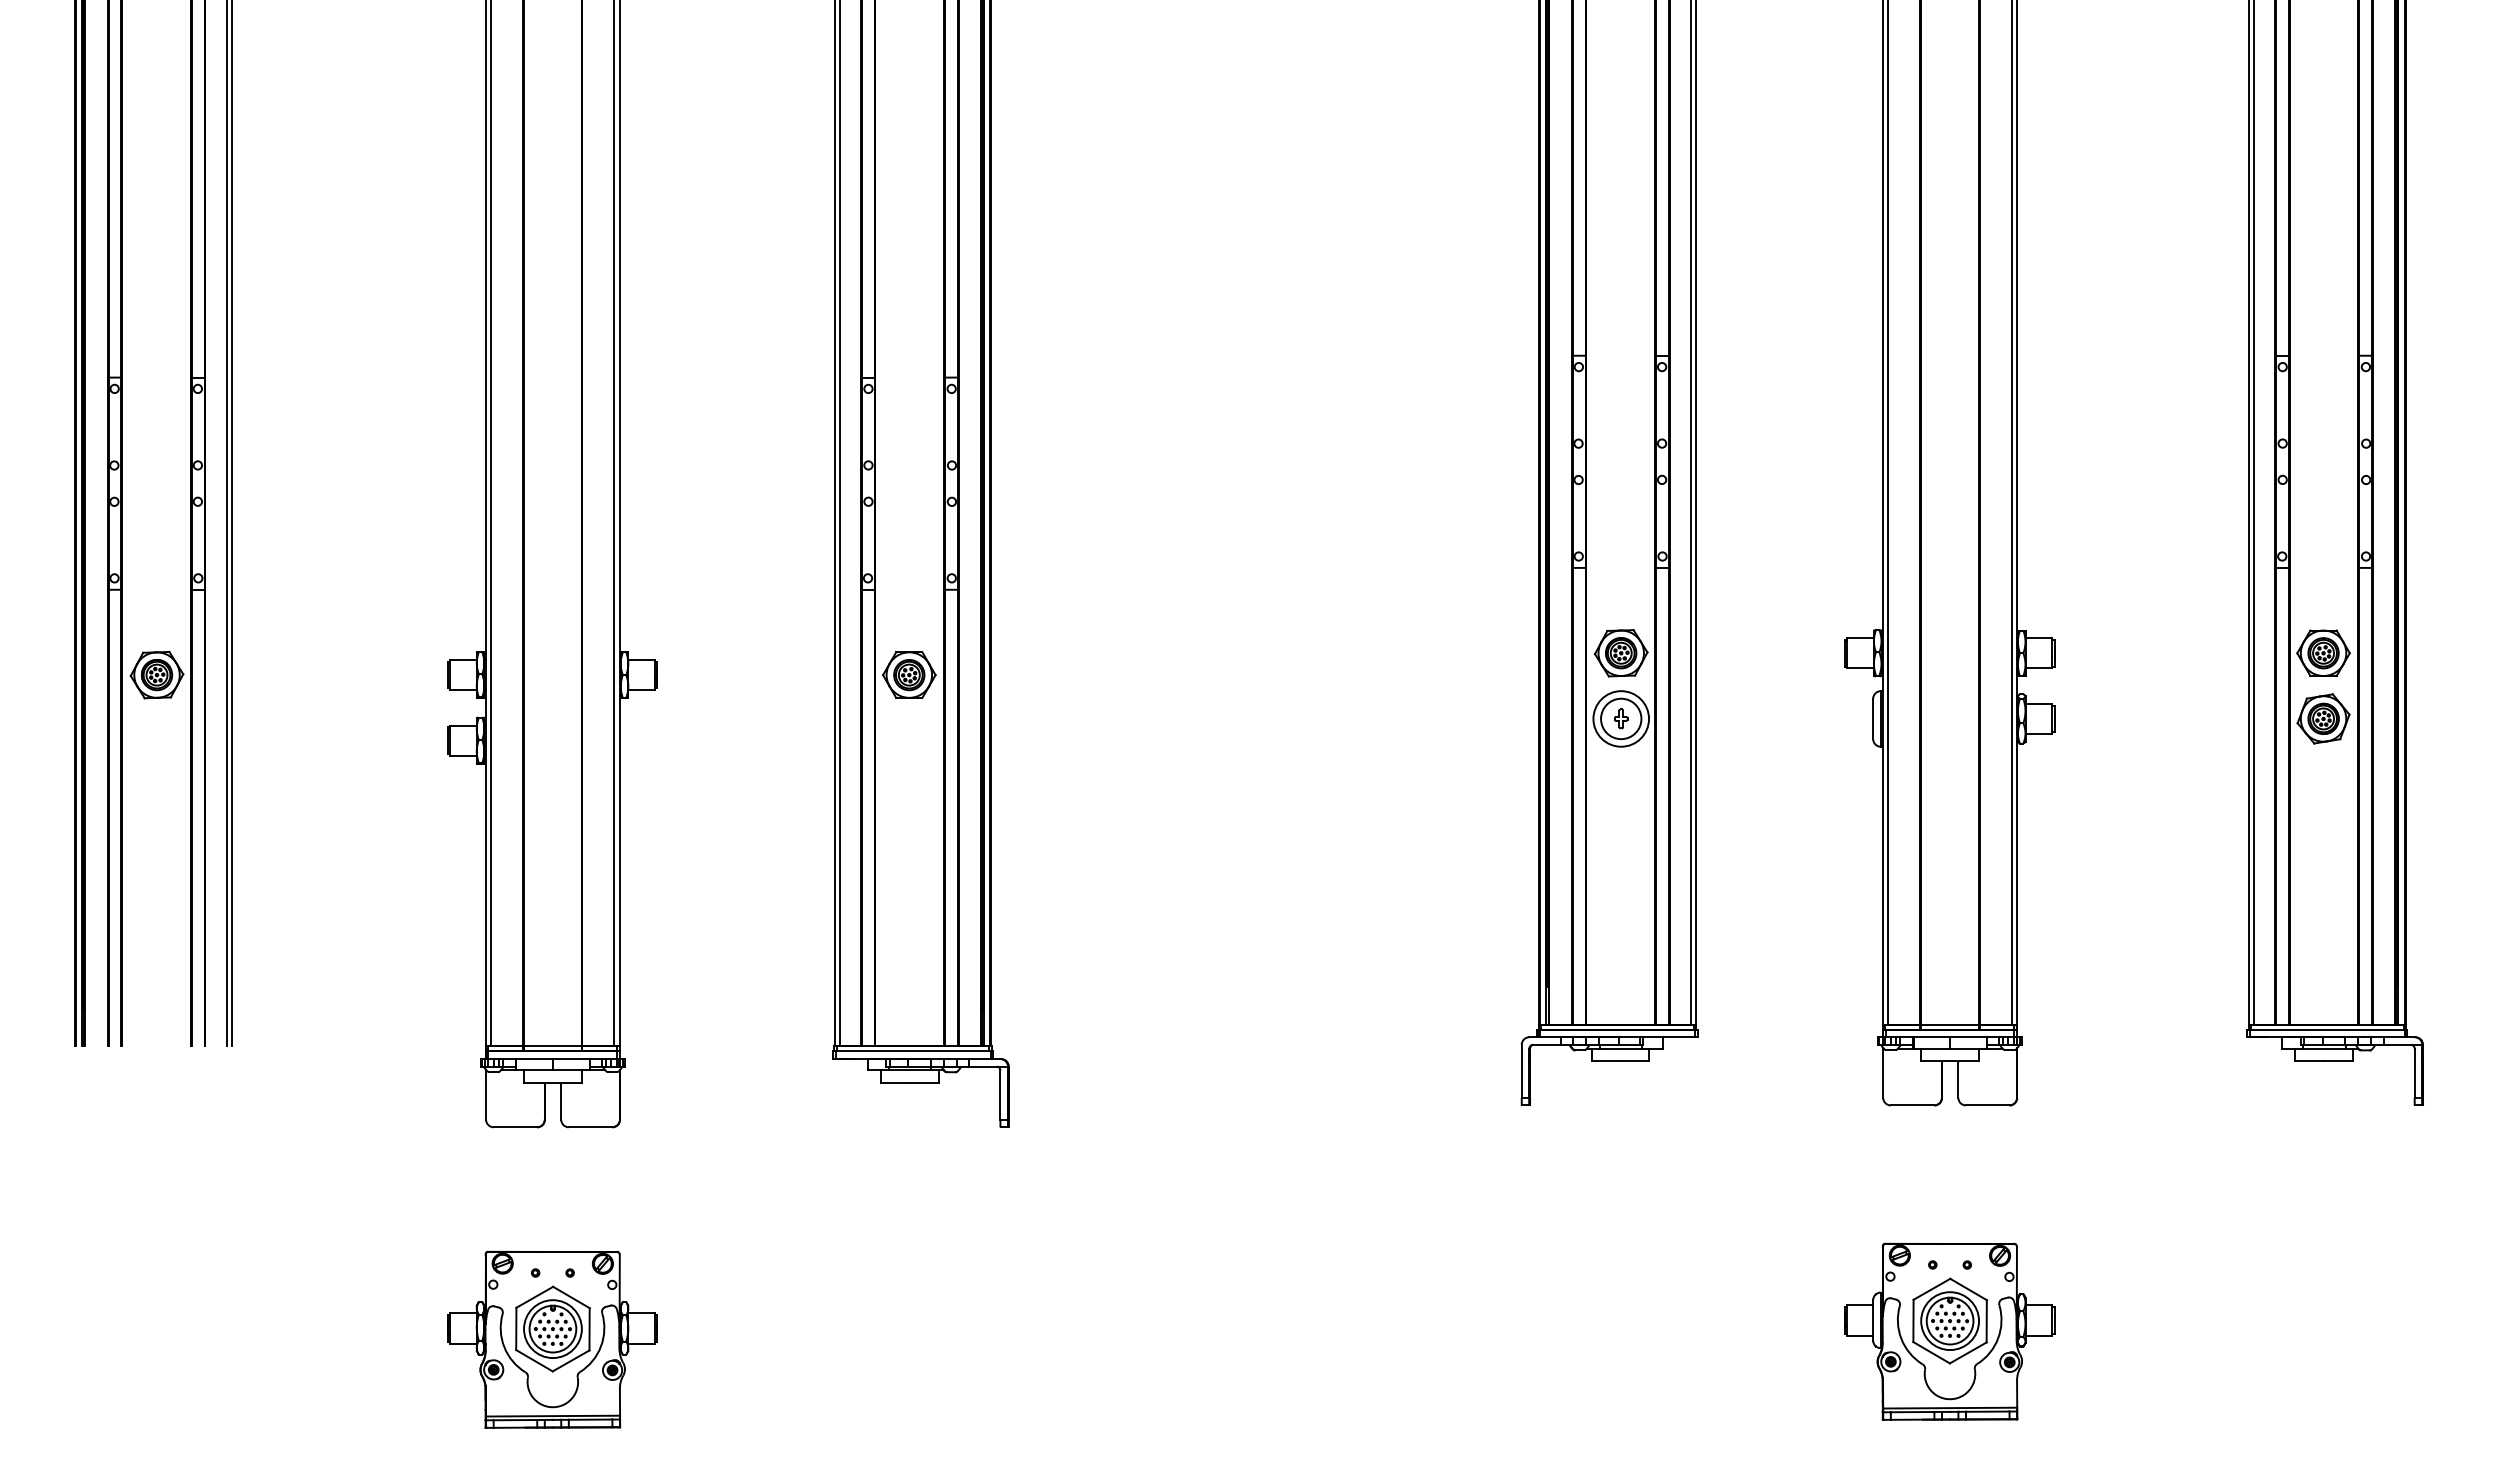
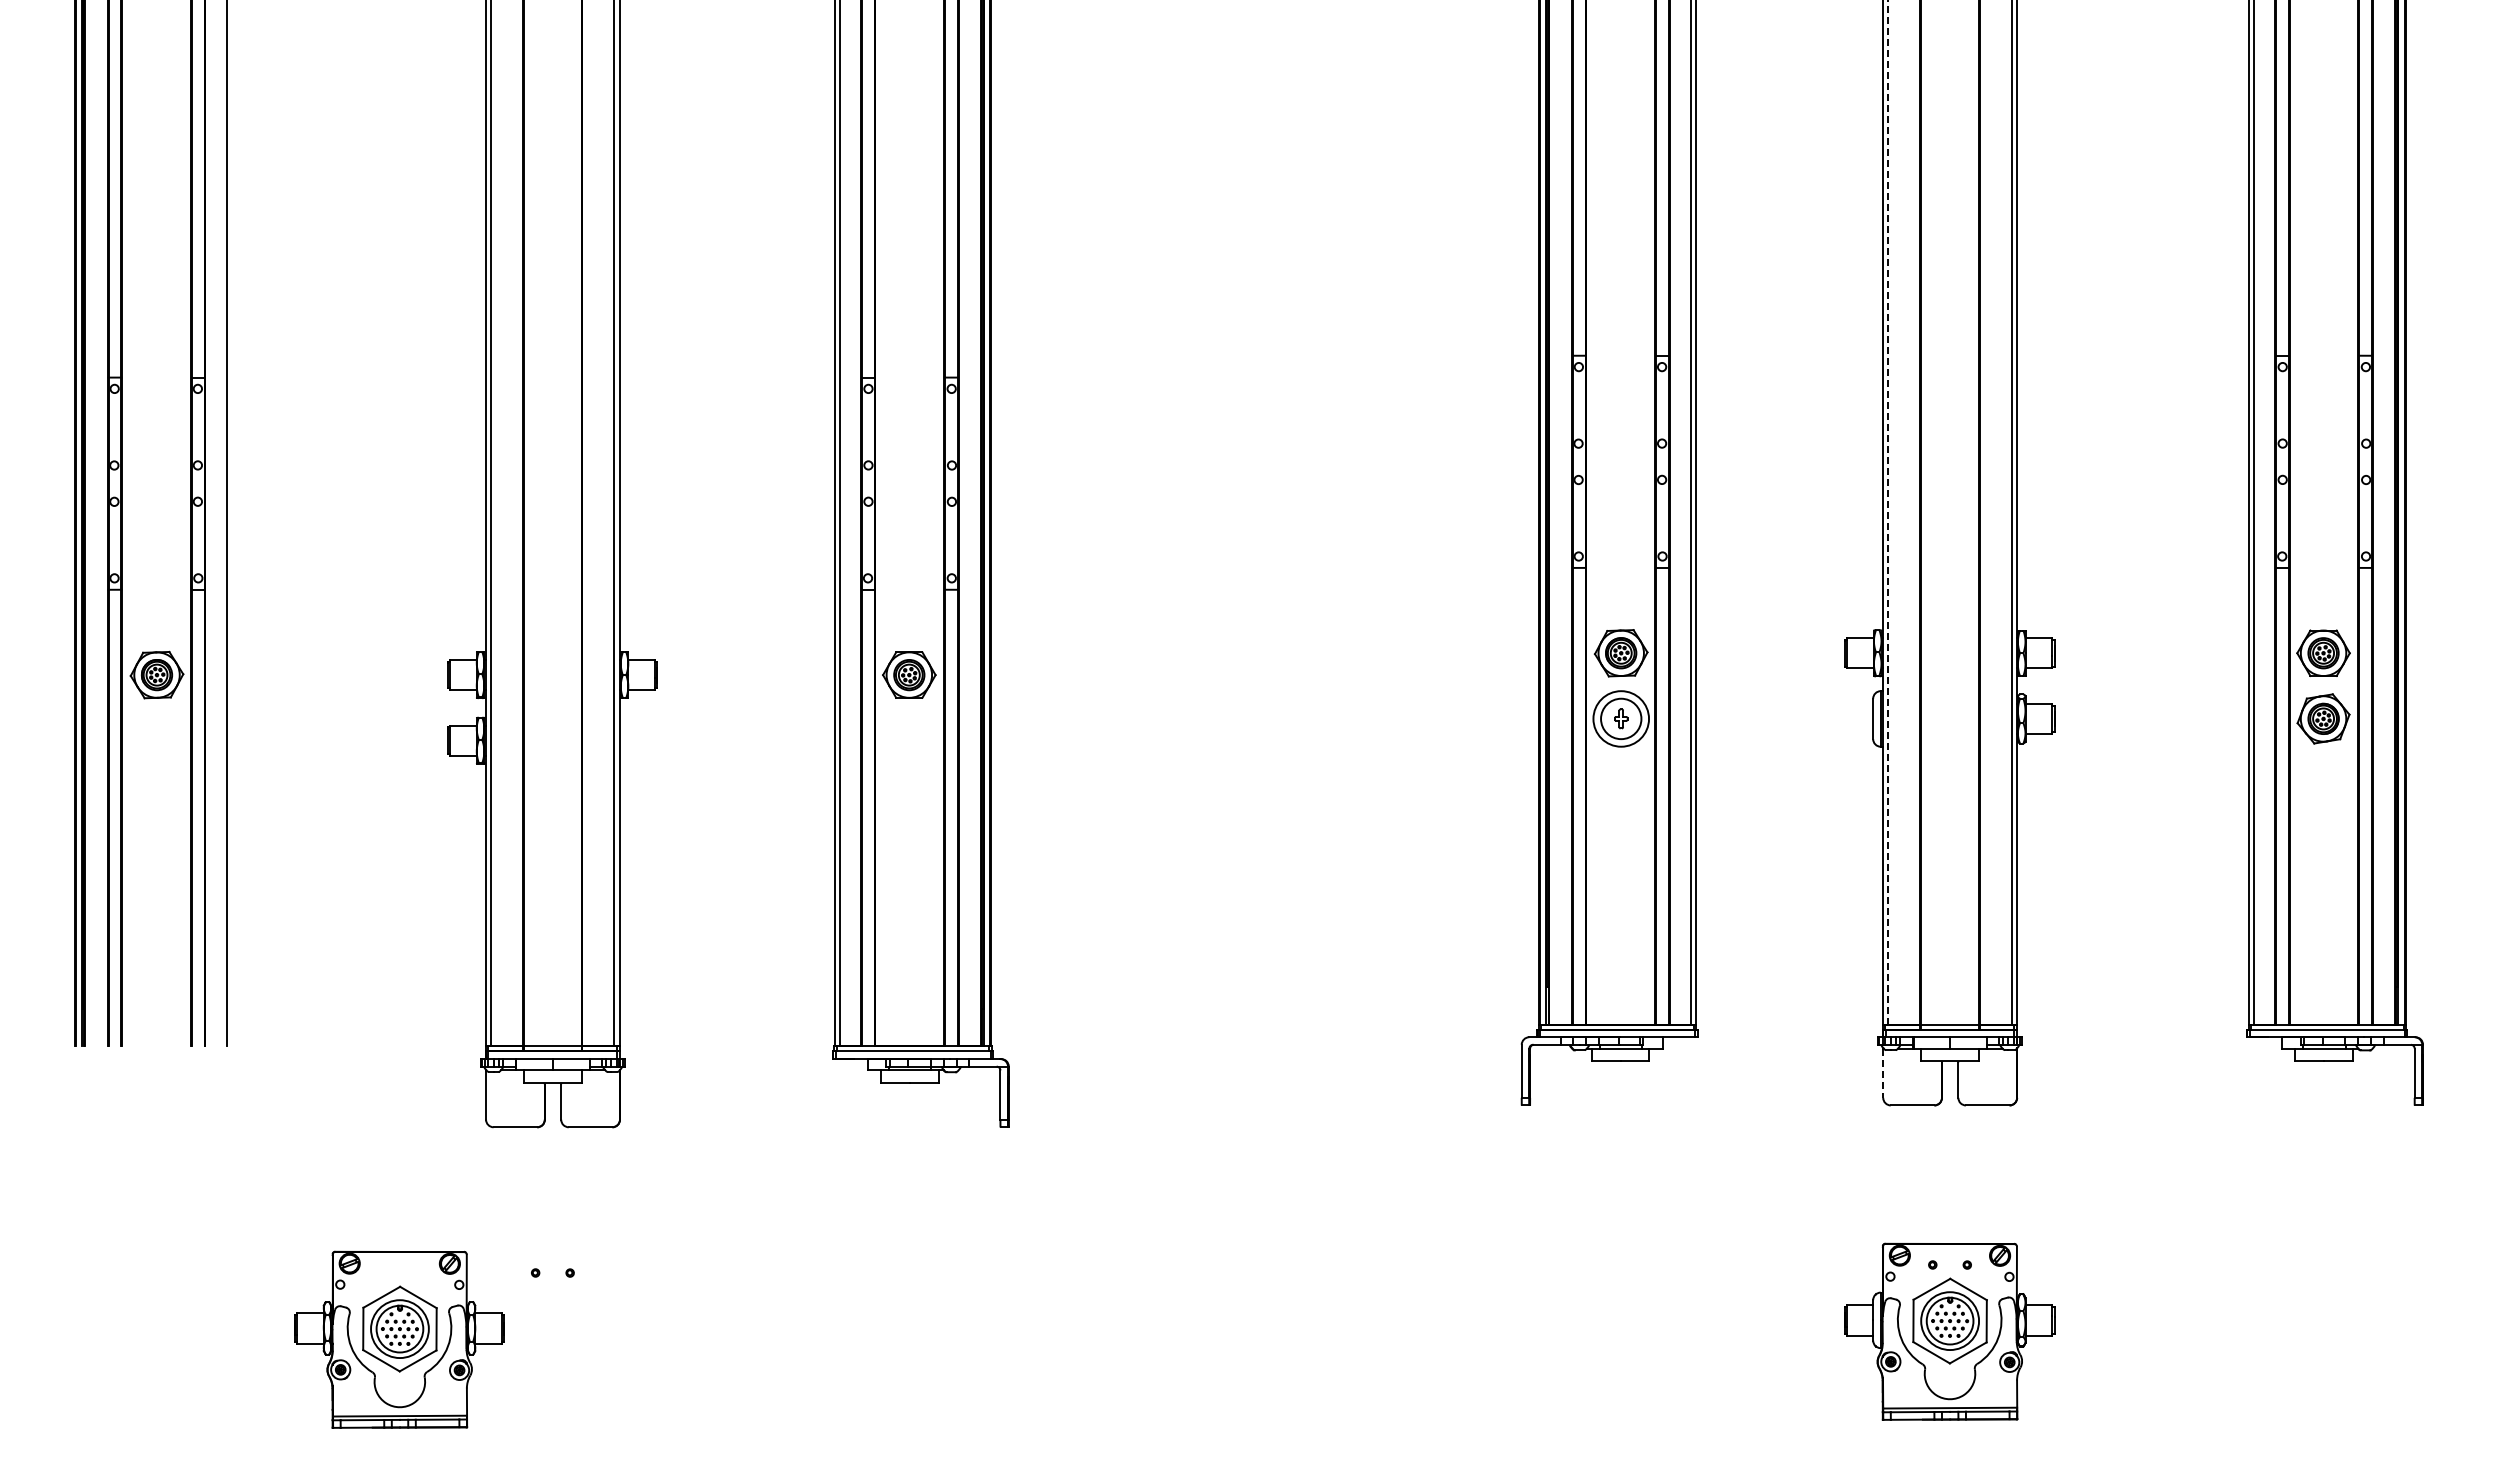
line at (1887, 512): solid -> dashed
line at (231, 524): present -> none
line at (1883, 1073): solid -> dashed
part at (552, 1339) position: (552, 1339) -> (399, 1339)
